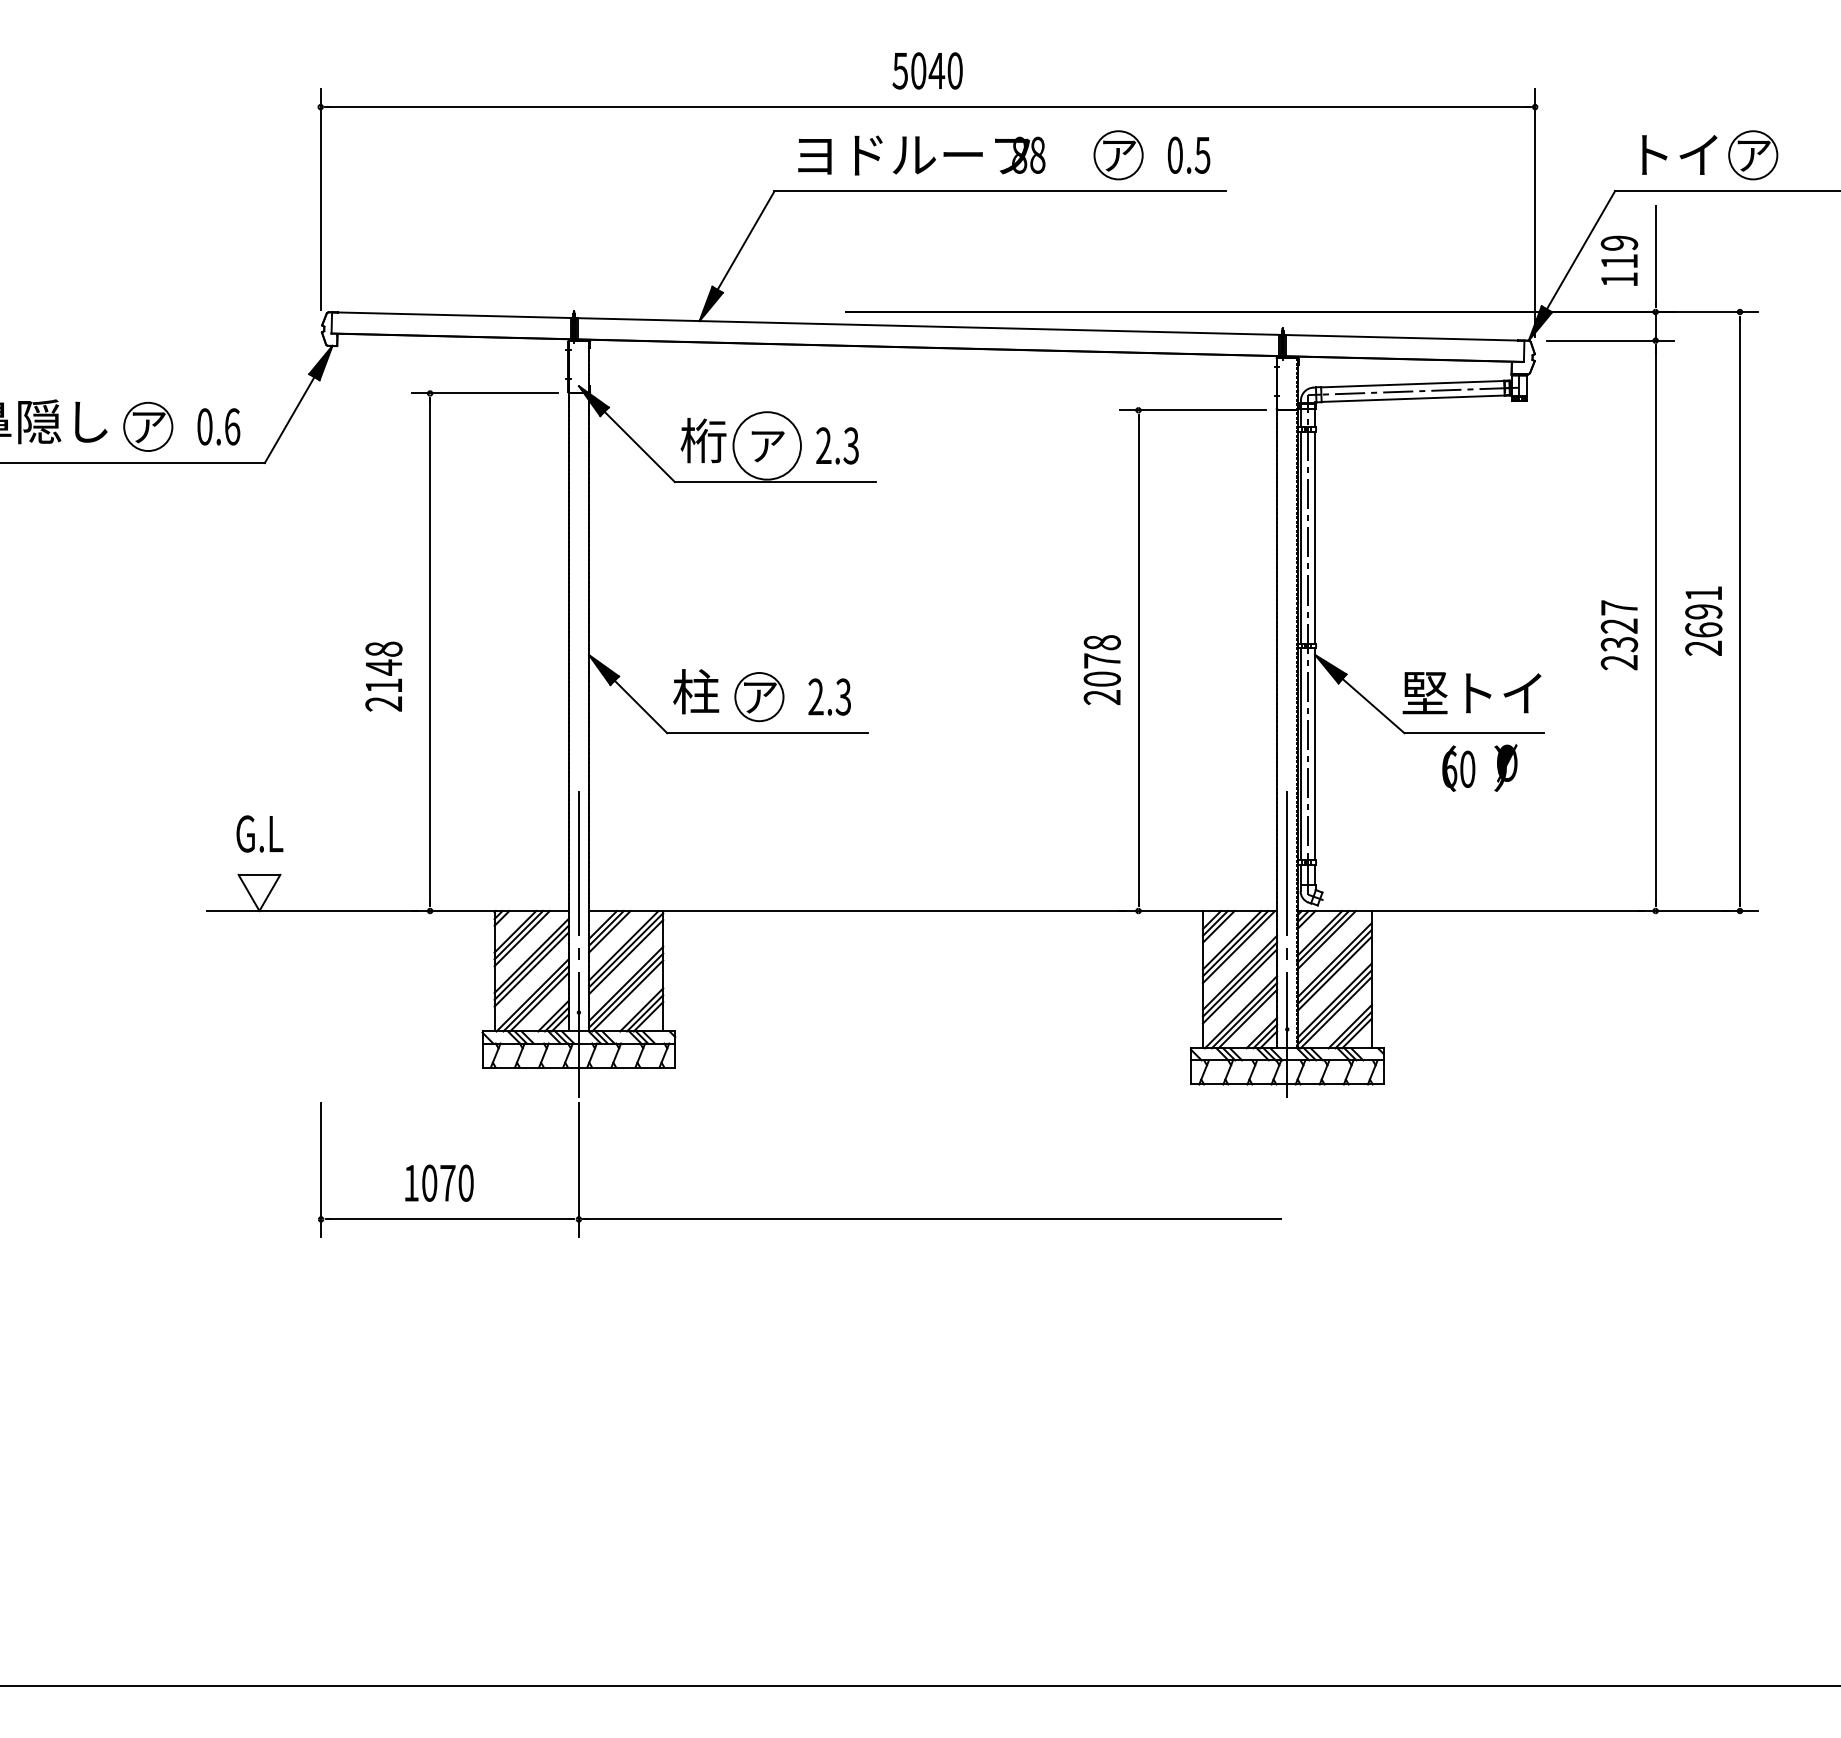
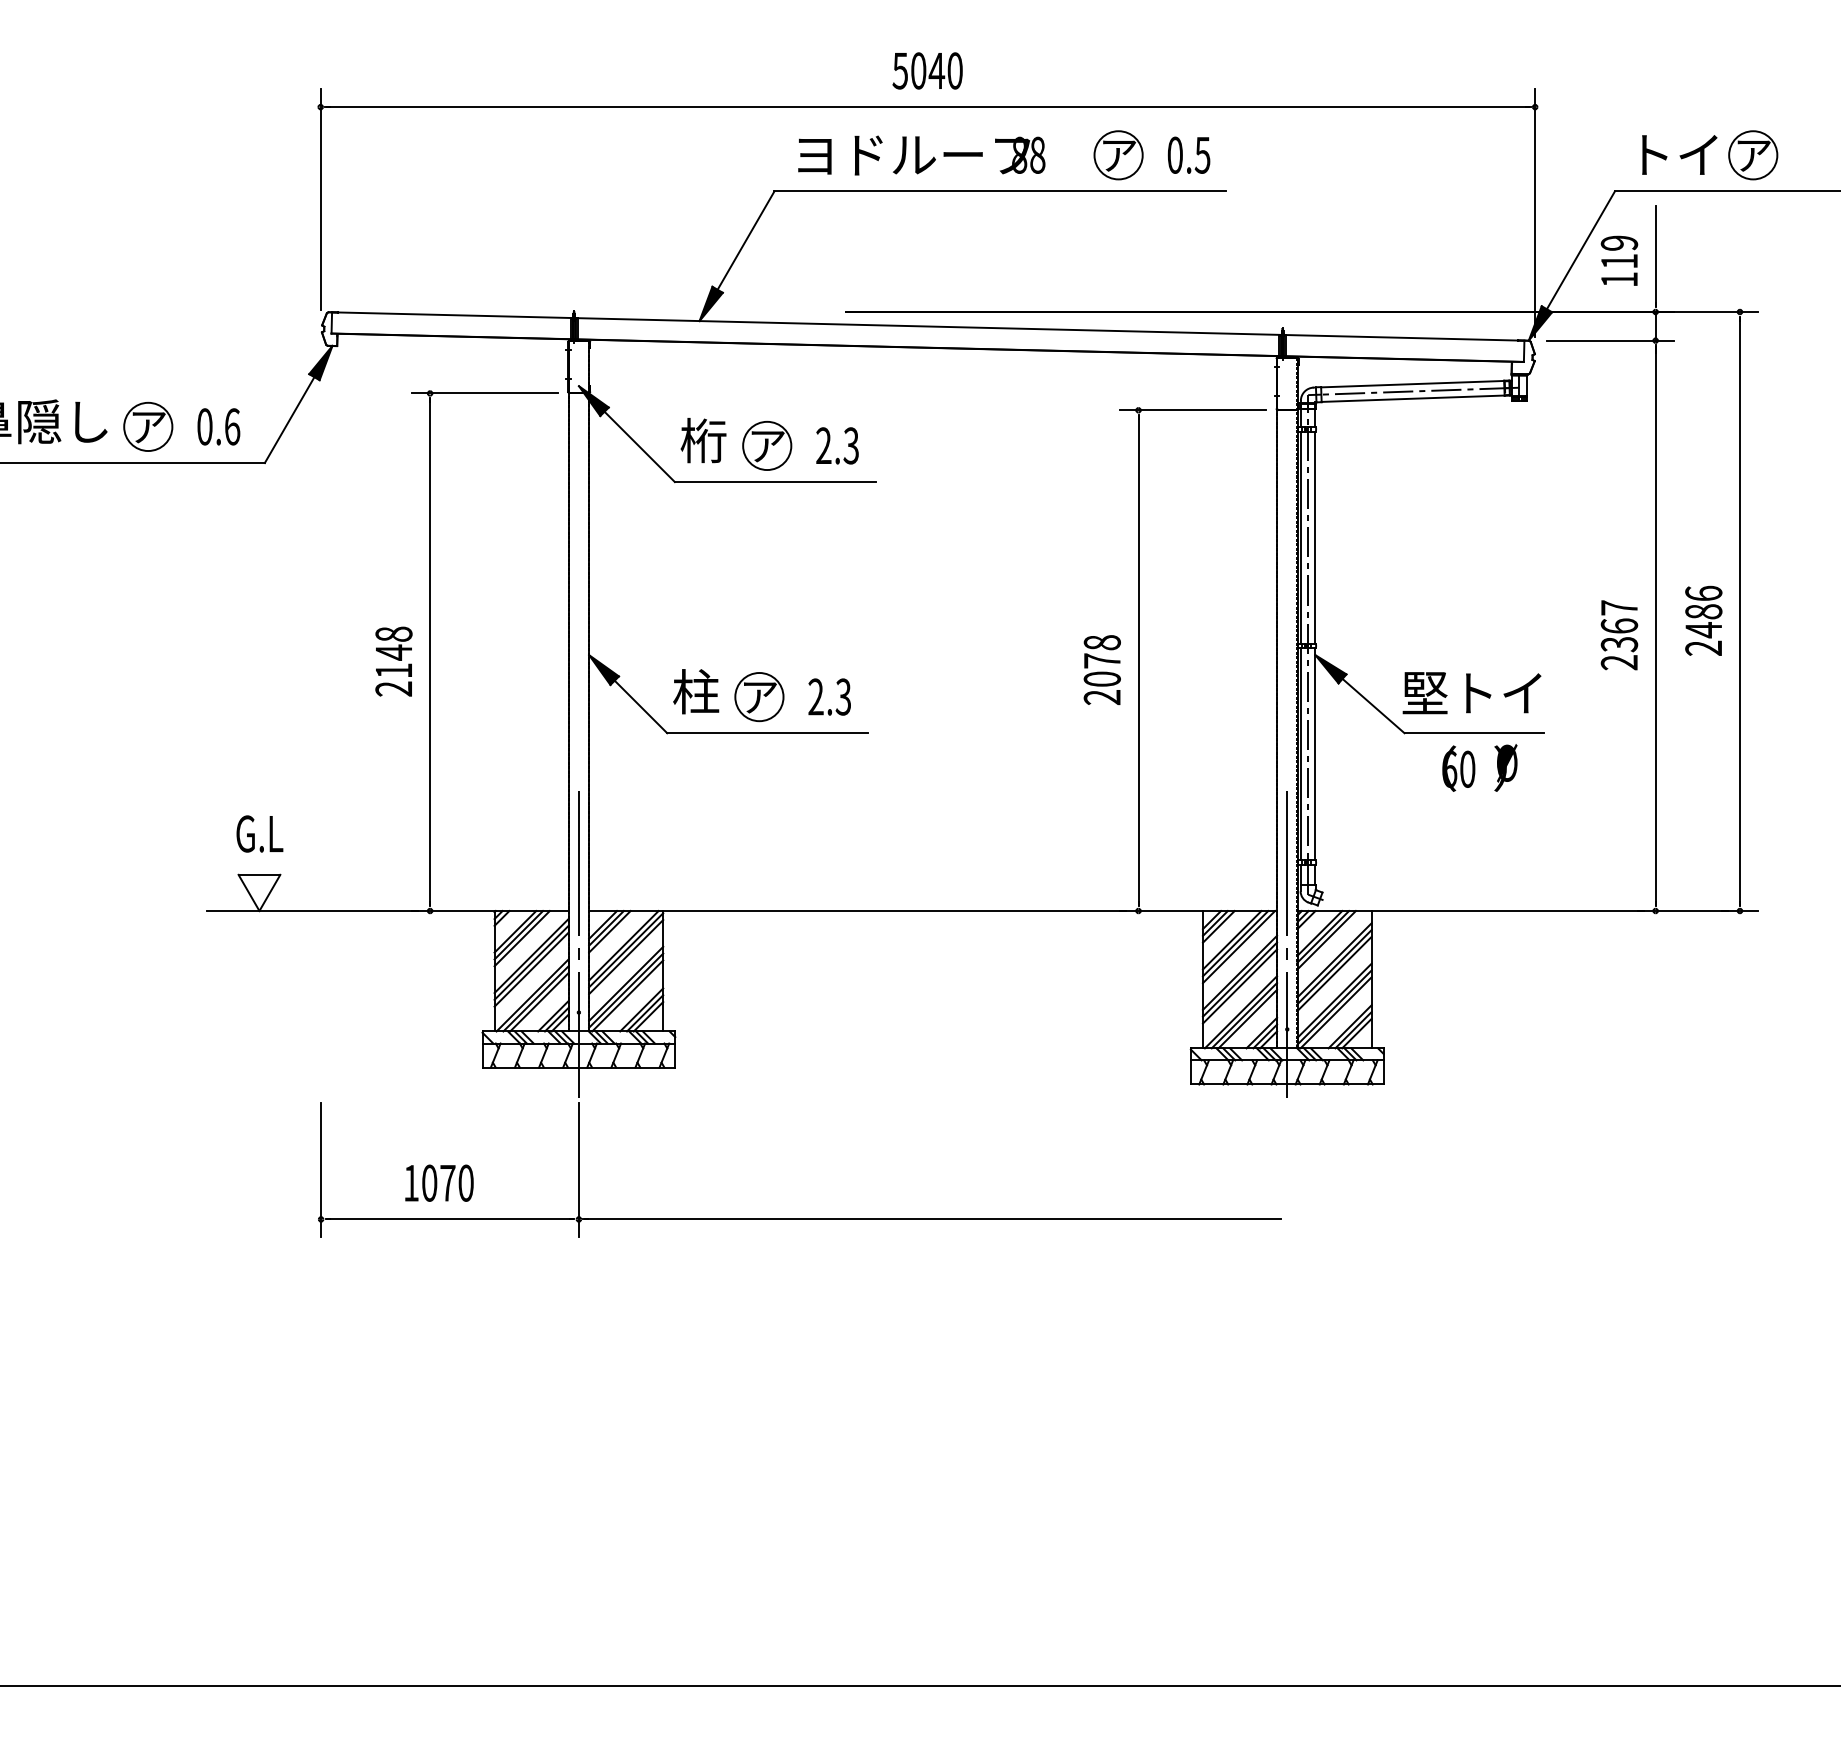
circle at (766, 445) diameter: 67 px -> 48 px
text at (1703, 611): 2691 -> 2486
text at (1619, 625): 2327 -> 2367
text at (383, 676) position: (383, 676) -> (393, 661)
